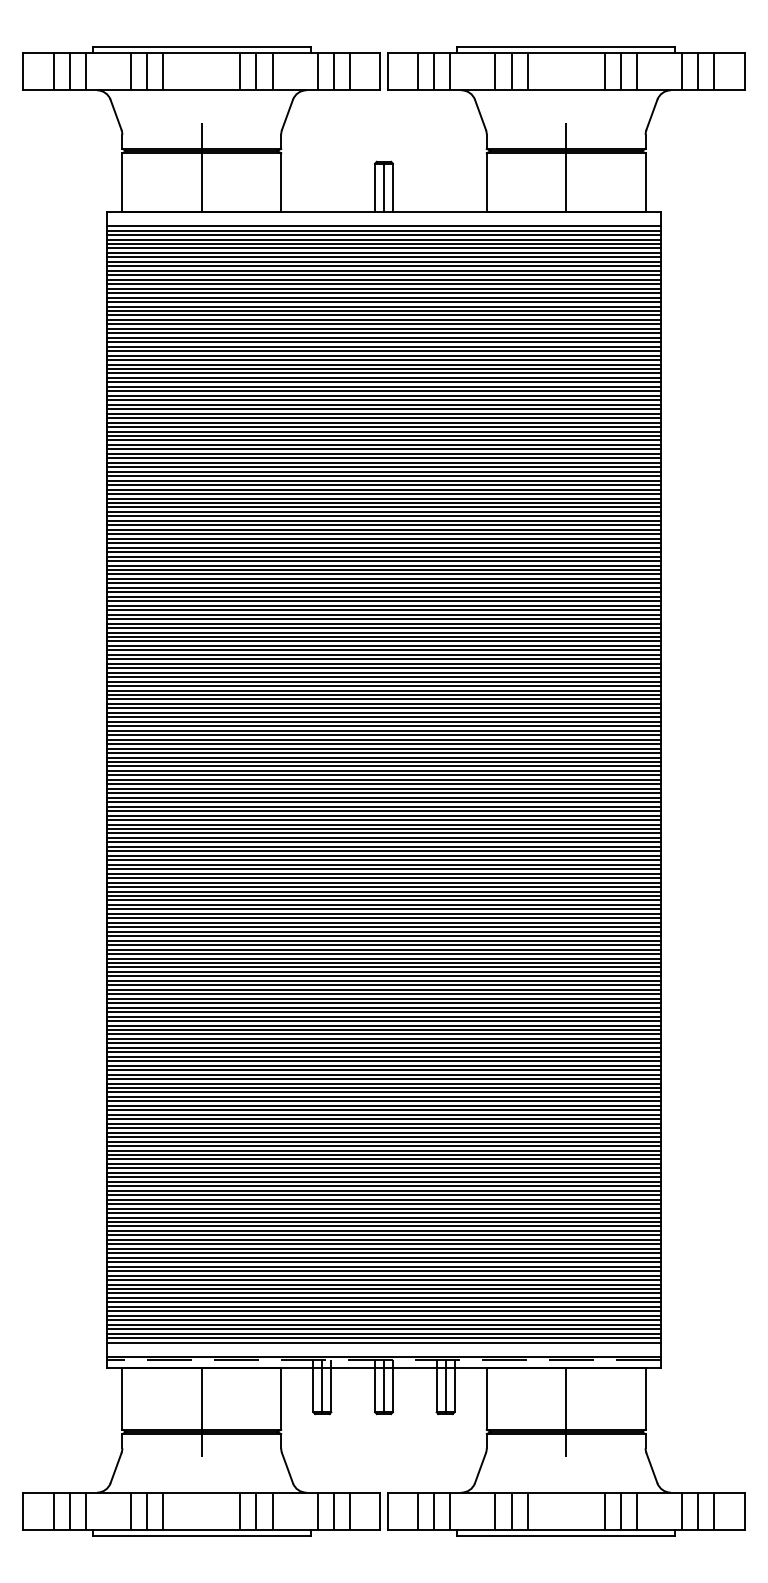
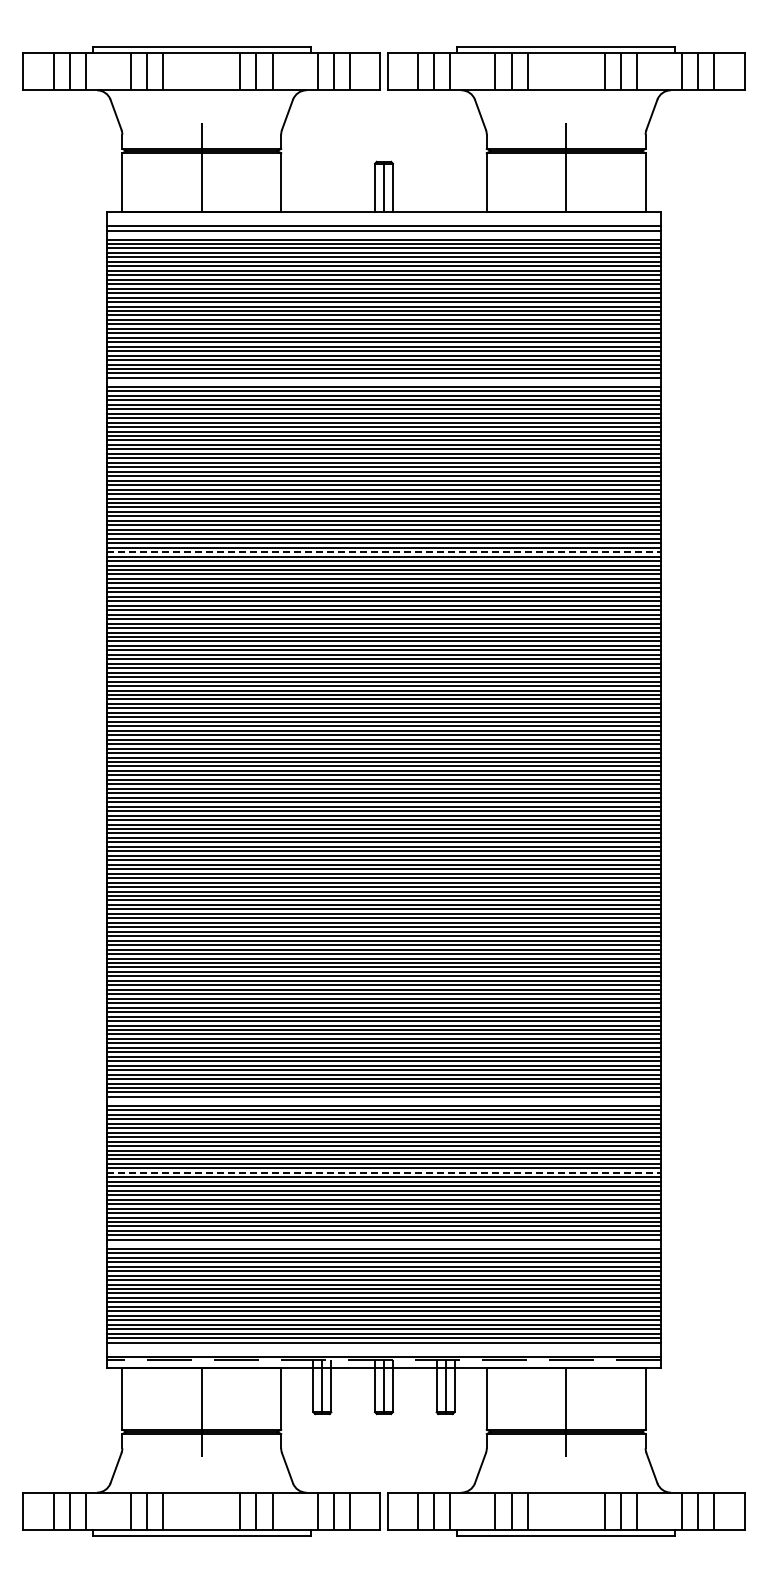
line at (383, 235): present -> none
line at (383, 382): present -> none
line at (384, 552): solid -> dashed
line at (383, 1101): present -> none
line at (384, 1172): solid -> dashed
line at (383, 1244): present -> none
